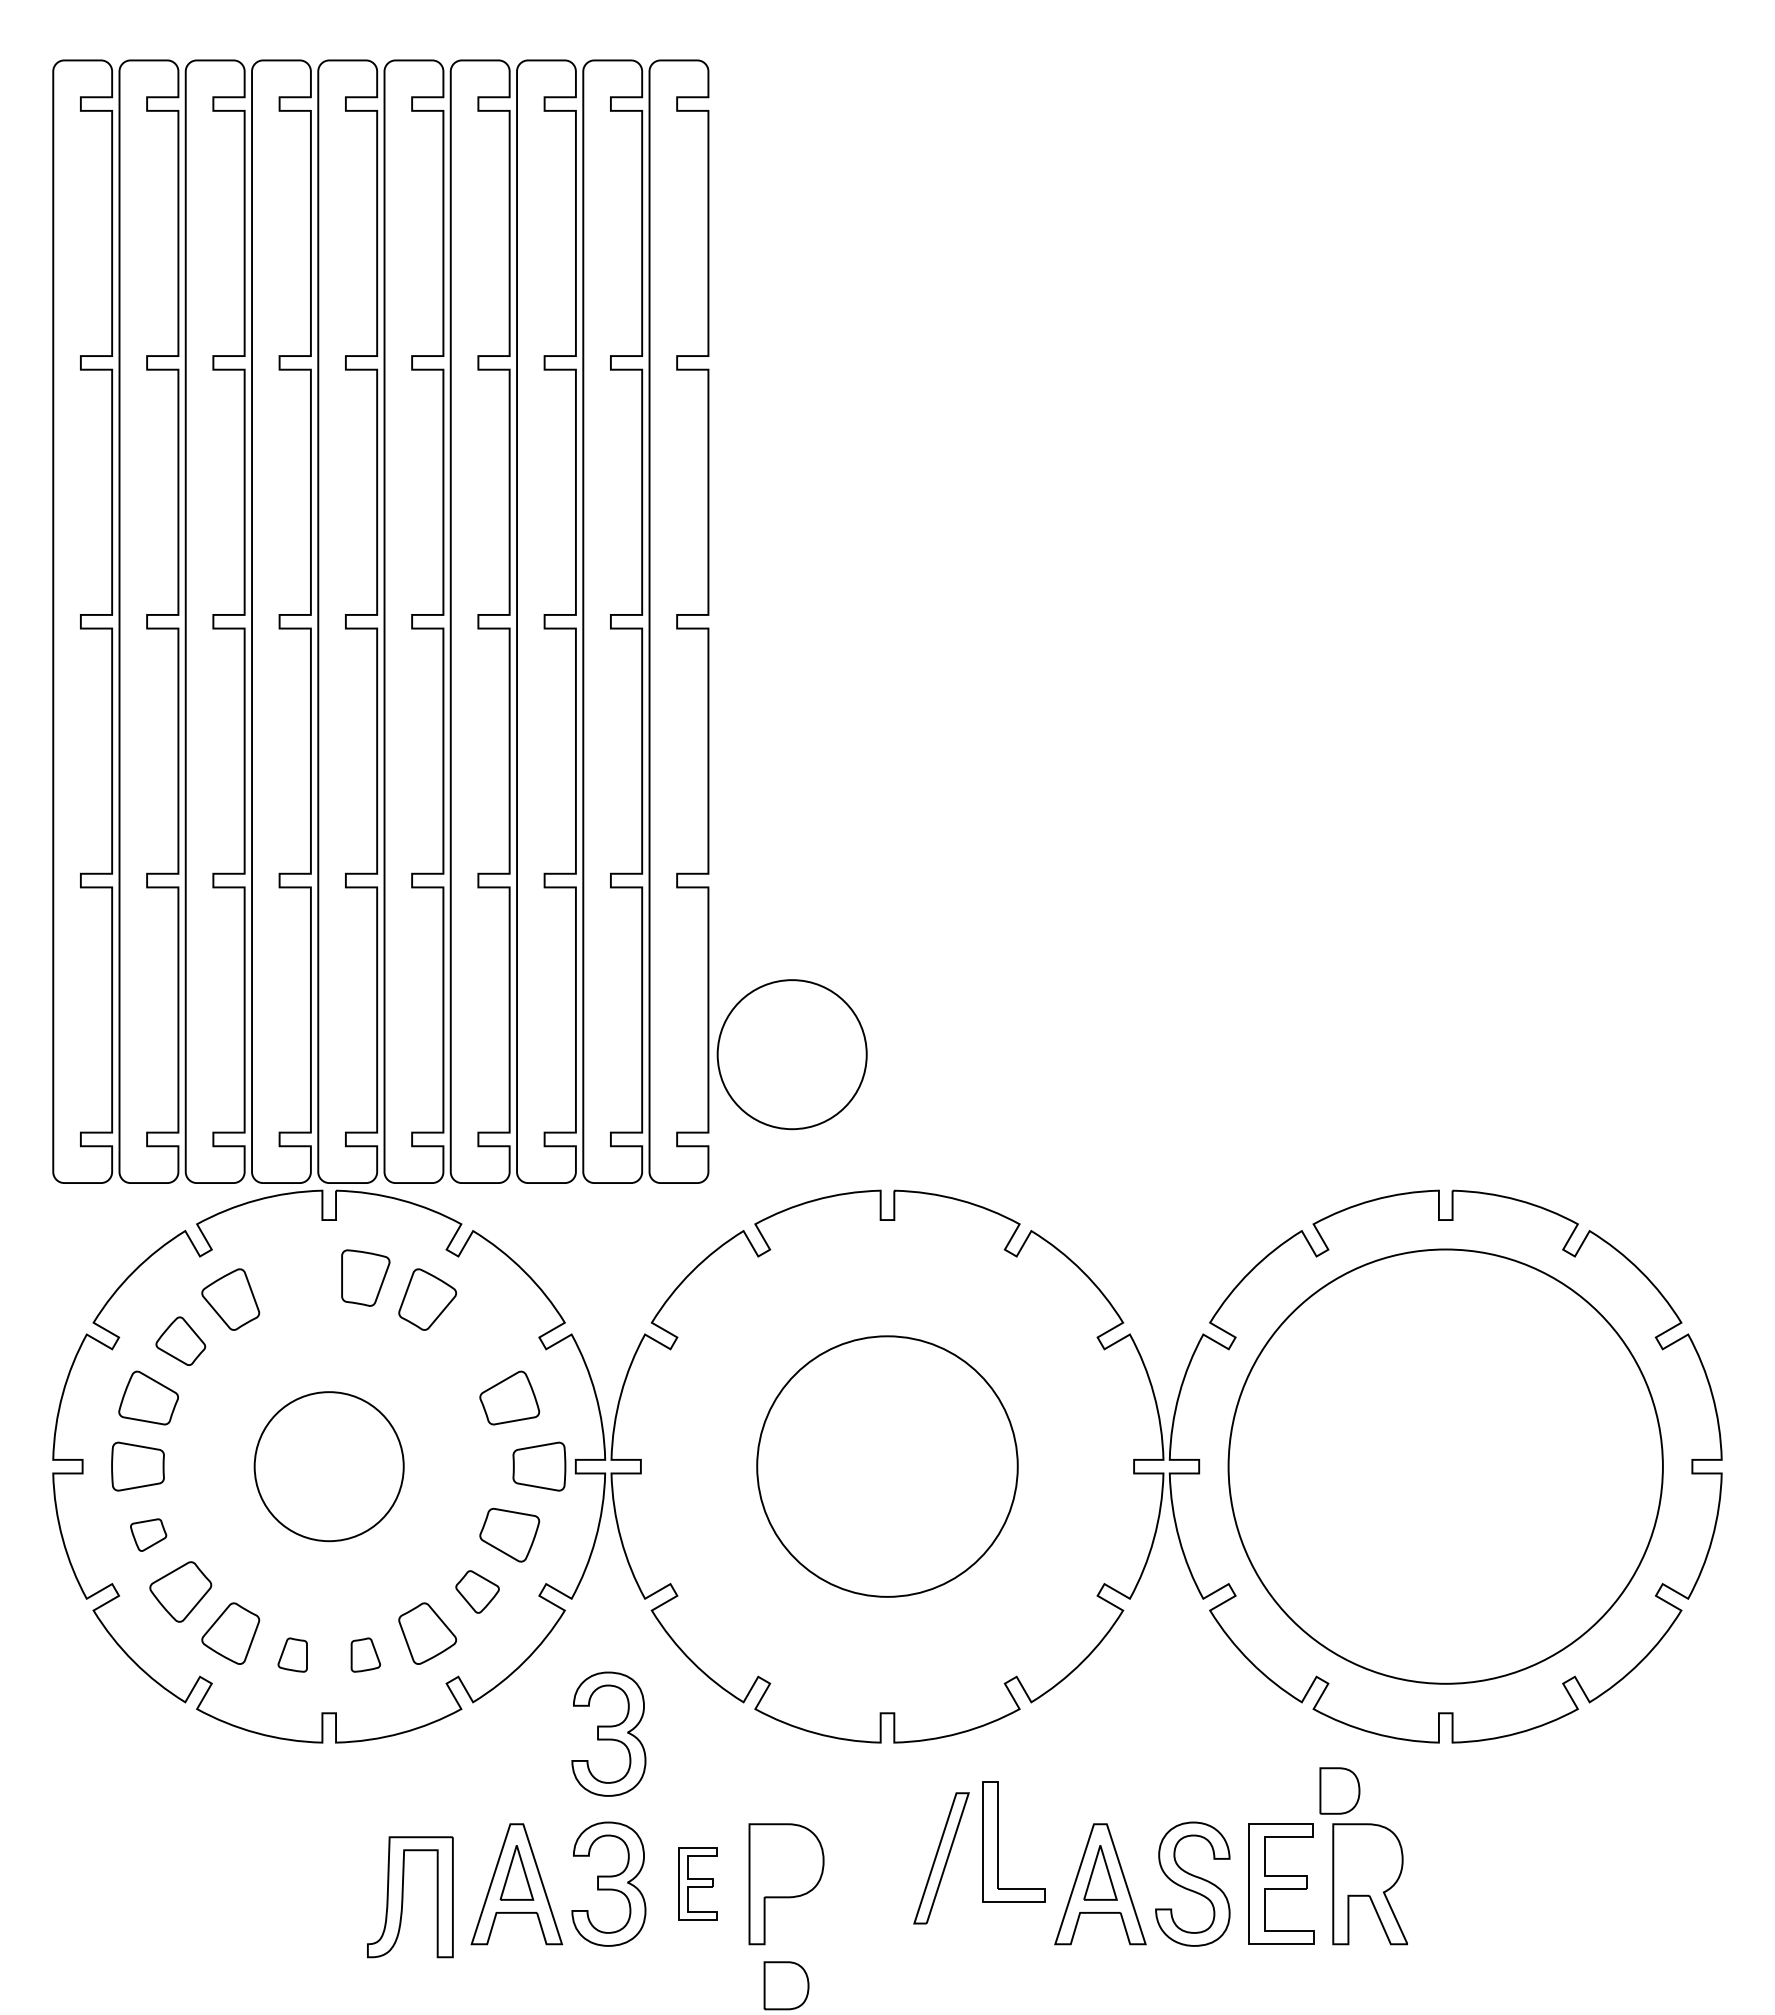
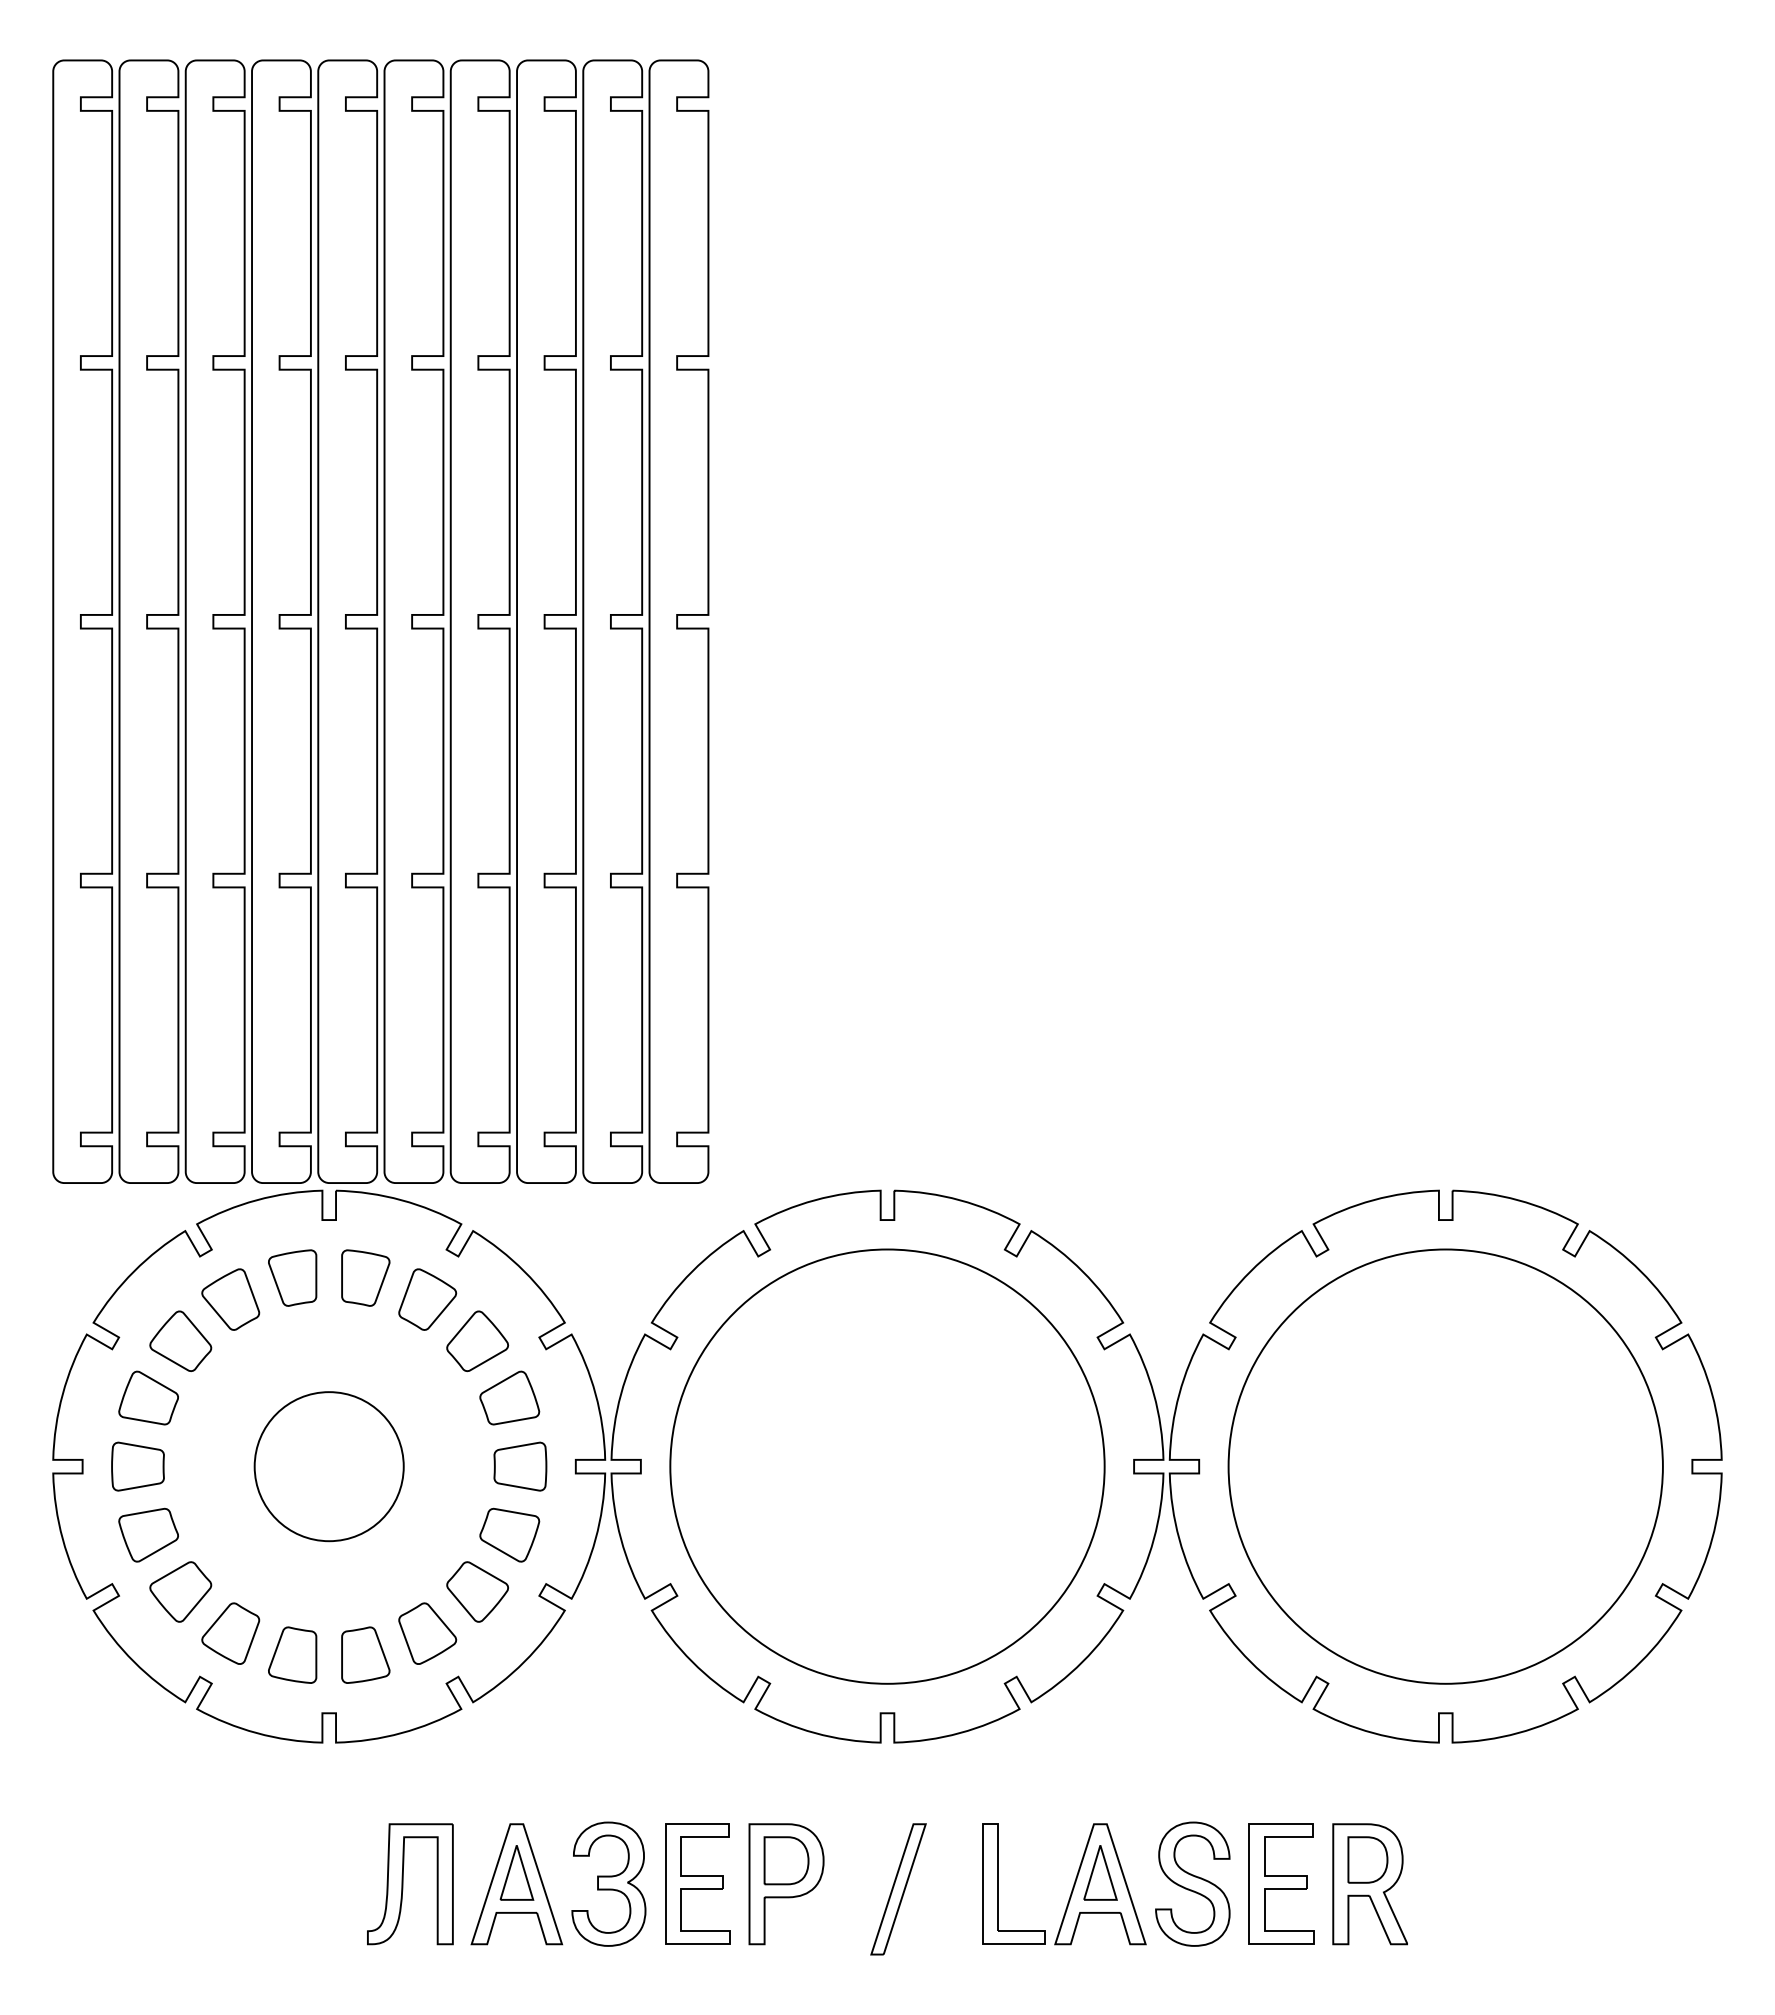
part at (791, 1054): present -> none
part at (292, 1277): none -> present
part at (180, 1340) size: 52x50 px -> 64x62 px
part at (477, 1341): none -> present
part at (539, 1466) position: (539, 1466) -> (520, 1466)
part at (887, 1466) size: 263x263 px -> 437x437 px
part at (148, 1534) size: 38x34 px -> 61x56 px
part at (477, 1591) size: 45x44 px -> 63x62 px
part at (292, 1654) size: 31x36 px -> 50x58 px
part at (365, 1654) size: 31x36 px -> 50x58 px
part at (608, 1733): present -> none
part at (1339, 1790) position: (1339, 1790) -> (1367, 1859)
part at (998, 1841) position: (998, 1841) -> (998, 1883)
part at (941, 1858) position: (941, 1858) -> (898, 1889)
part at (697, 1883) size: 40x74 px -> 66x122 px
part at (403, 1897) position: (403, 1897) -> (403, 1884)
part at (786, 1985) position: (786, 1985) -> (786, 1860)
